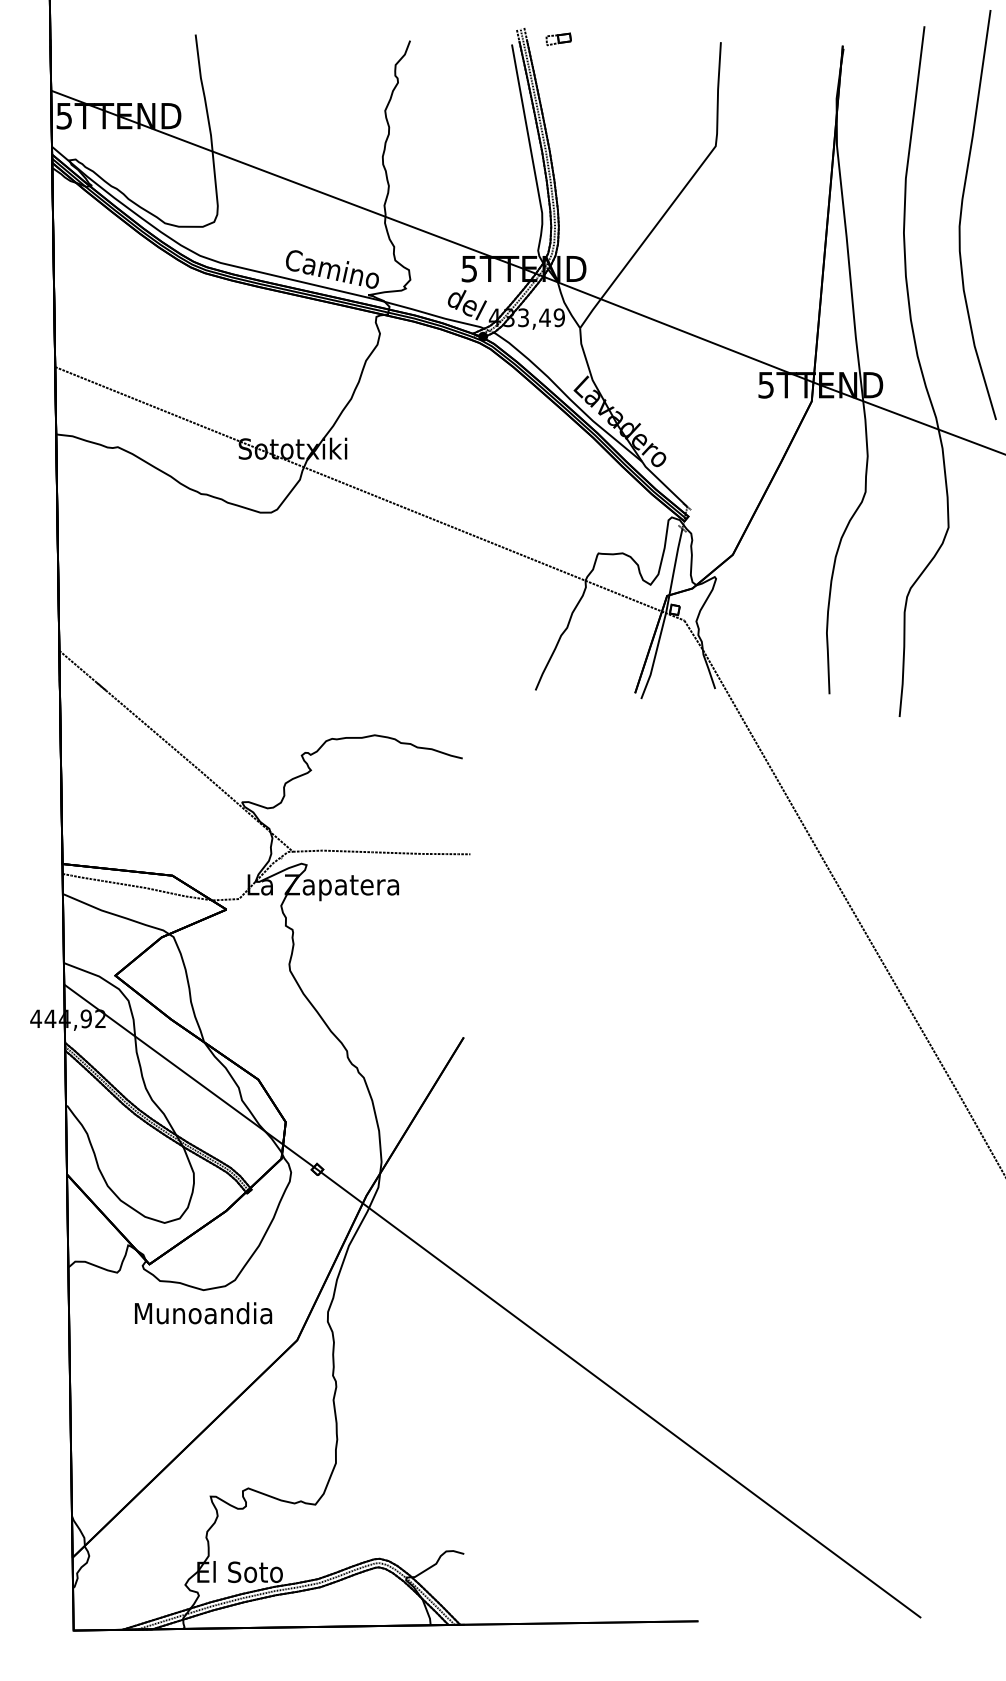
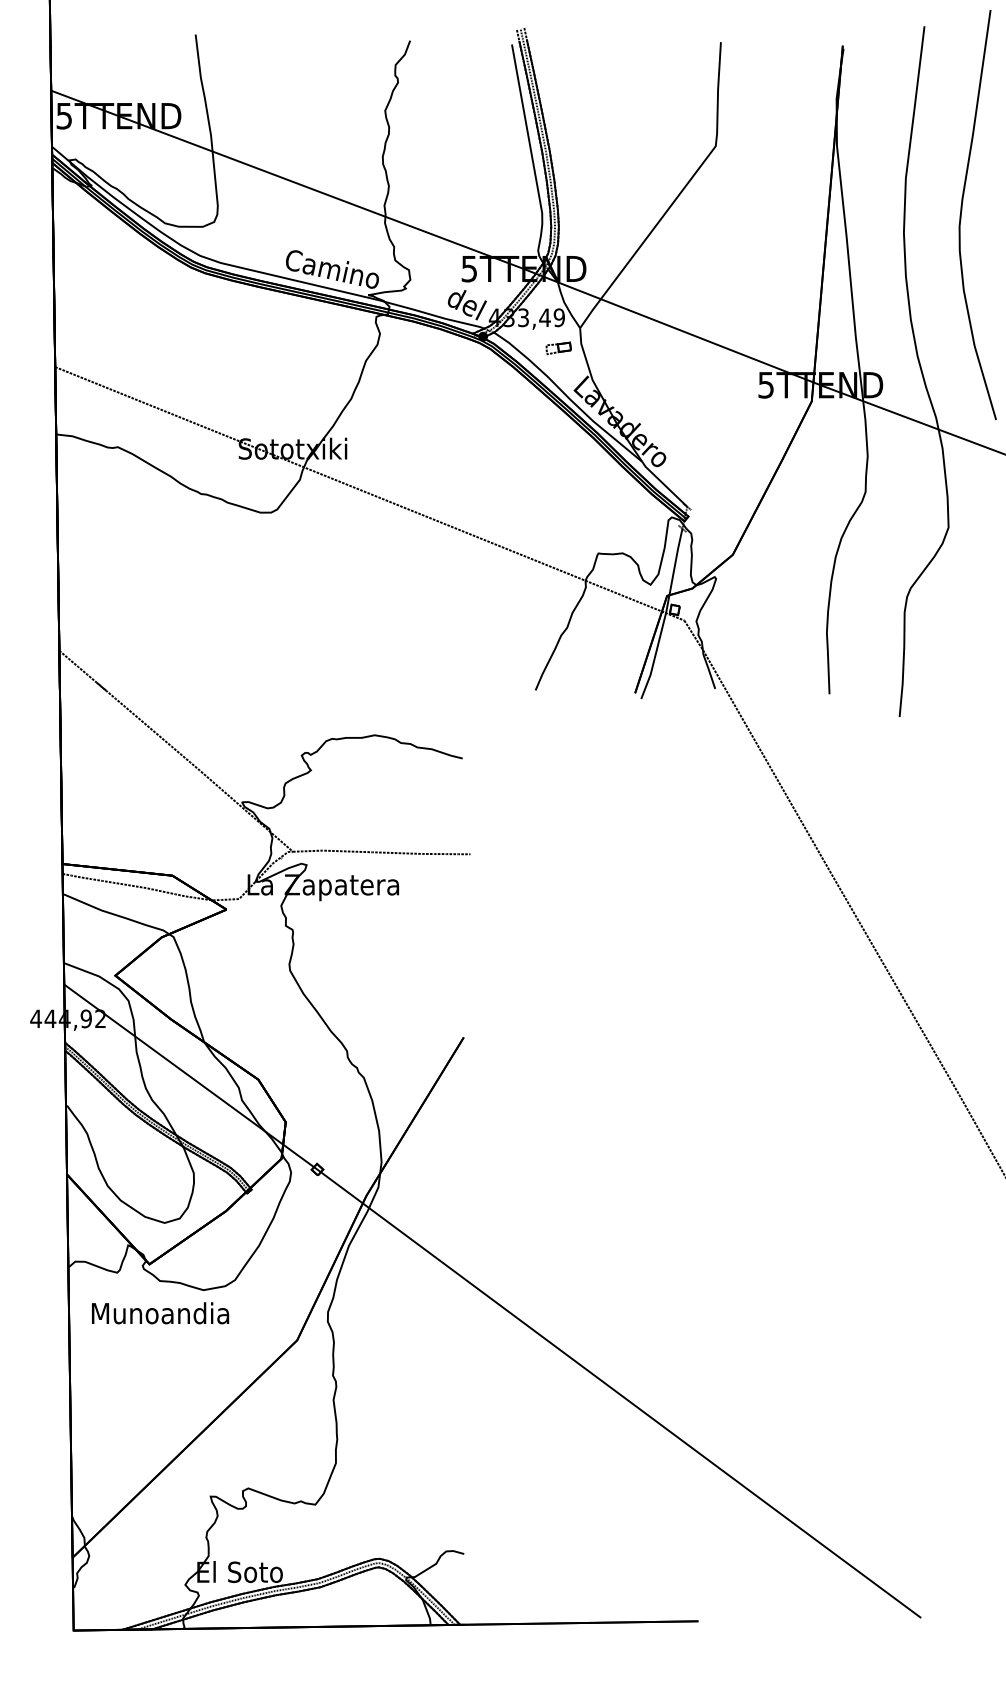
part at (558, 39) position: (558, 39) -> (558, 348)
text at (203, 1313) position: (203, 1313) -> (160, 1313)
